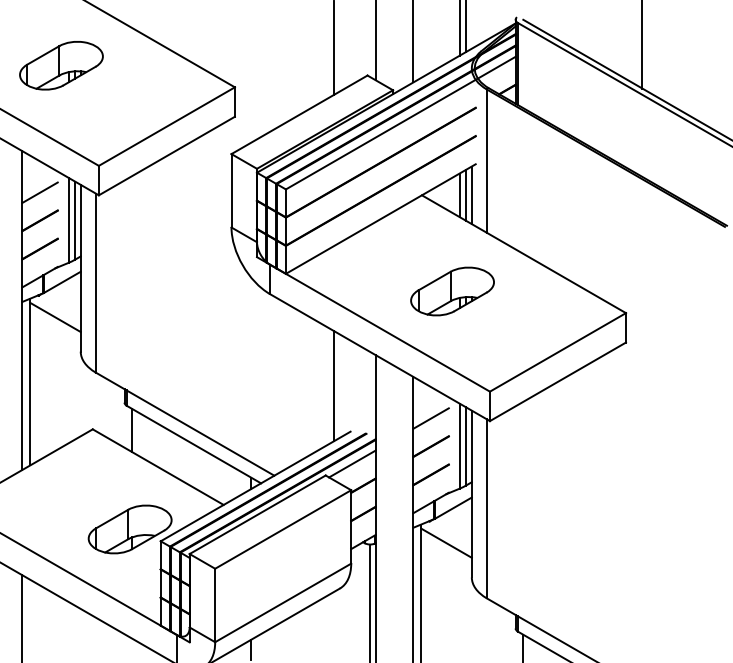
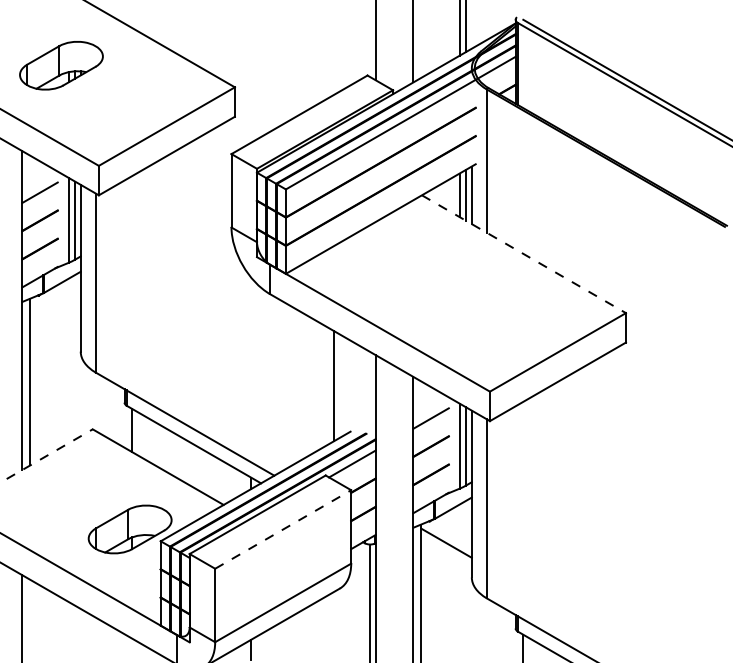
line at (642, 45): present -> none
line at (333, 48): present -> none
line at (523, 254): solid -> dashed
part at (452, 291): present -> none
line at (55, 317): present -> none
line at (47, 455): solid -> dashed
line at (283, 529): solid -> dashed
